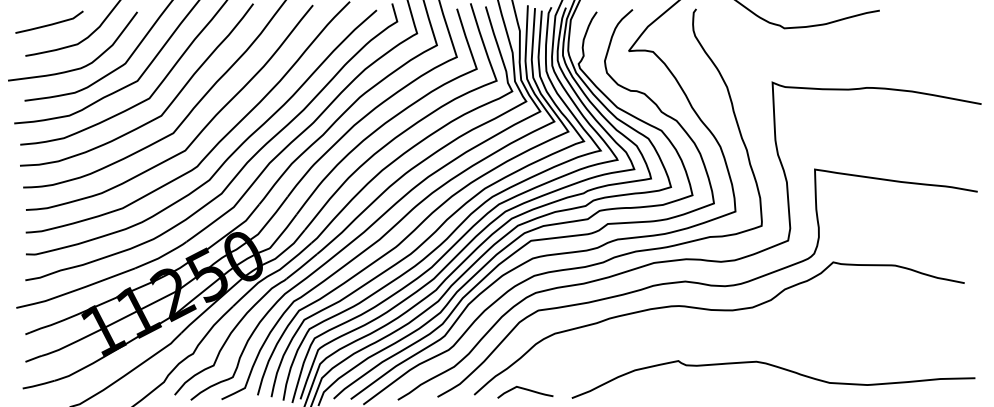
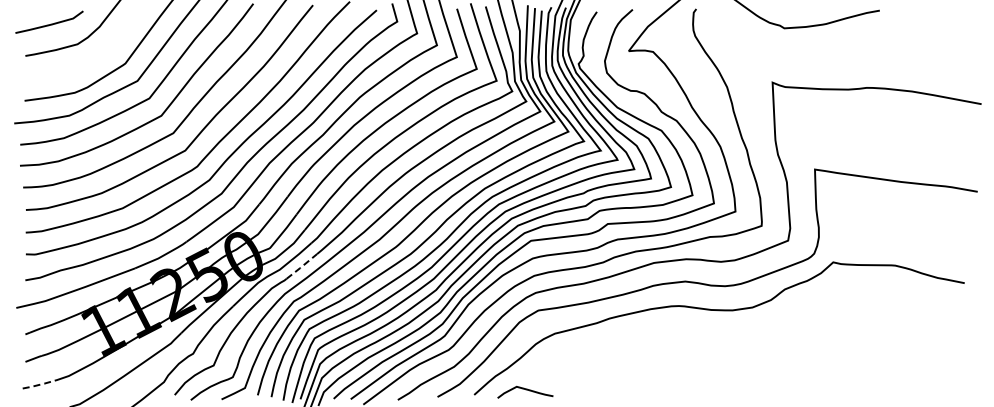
curve at (79, 67): present -> none
line at (301, 266): solid -> dashed
curve at (778, 368): present -> none
line at (39, 384): solid -> dashed
